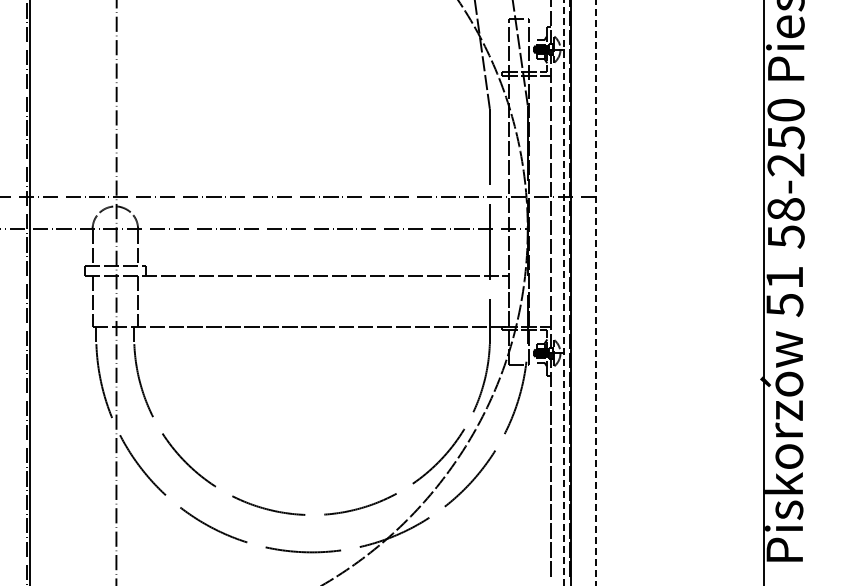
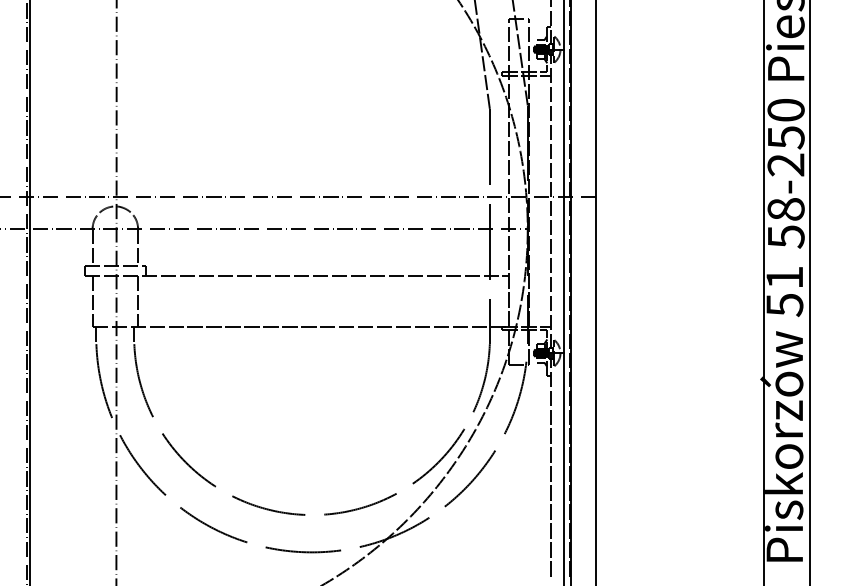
line at (564, 292): dashed -> solid
line at (809, 292): none -> present
line at (596, 293): dashed -> solid
